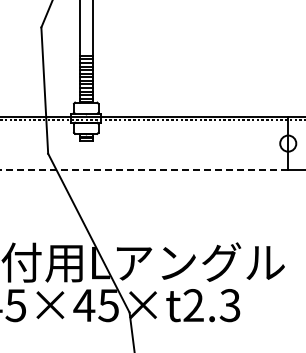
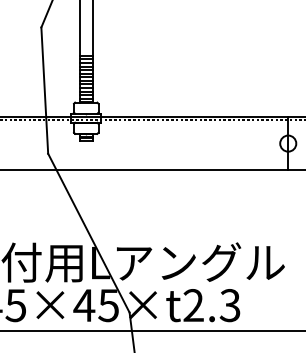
line at (143, 170): dashed -> solid
line at (152, 331): none -> present
